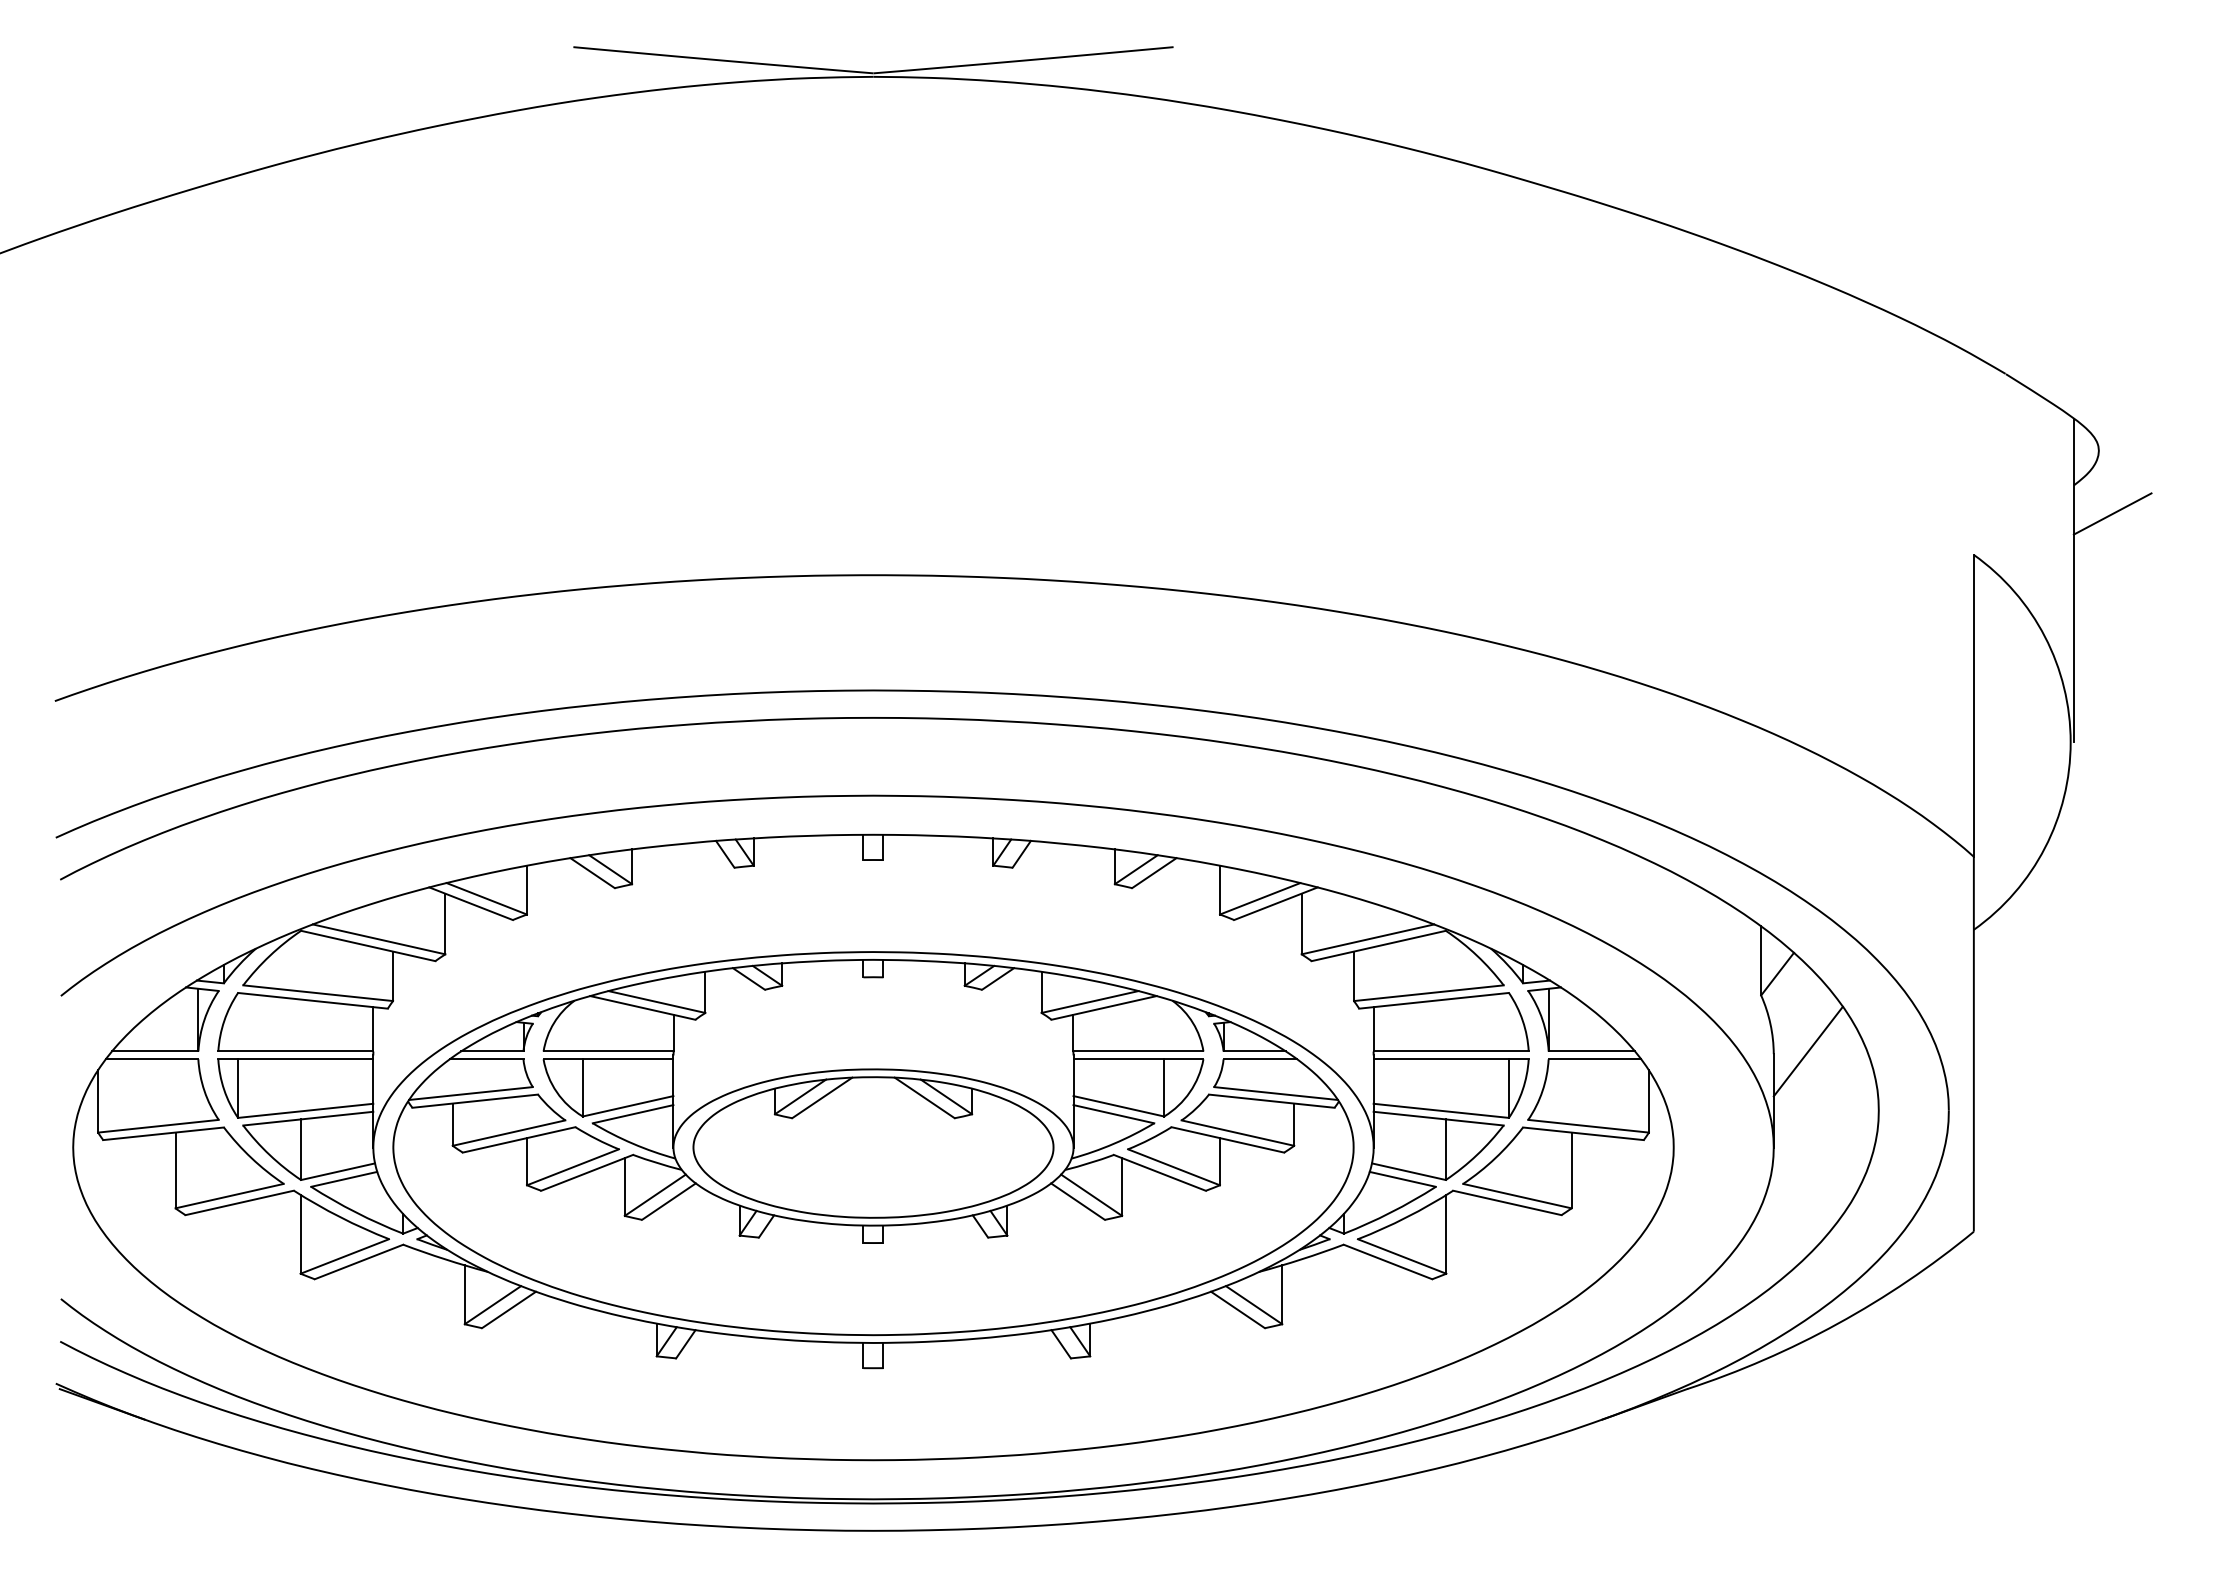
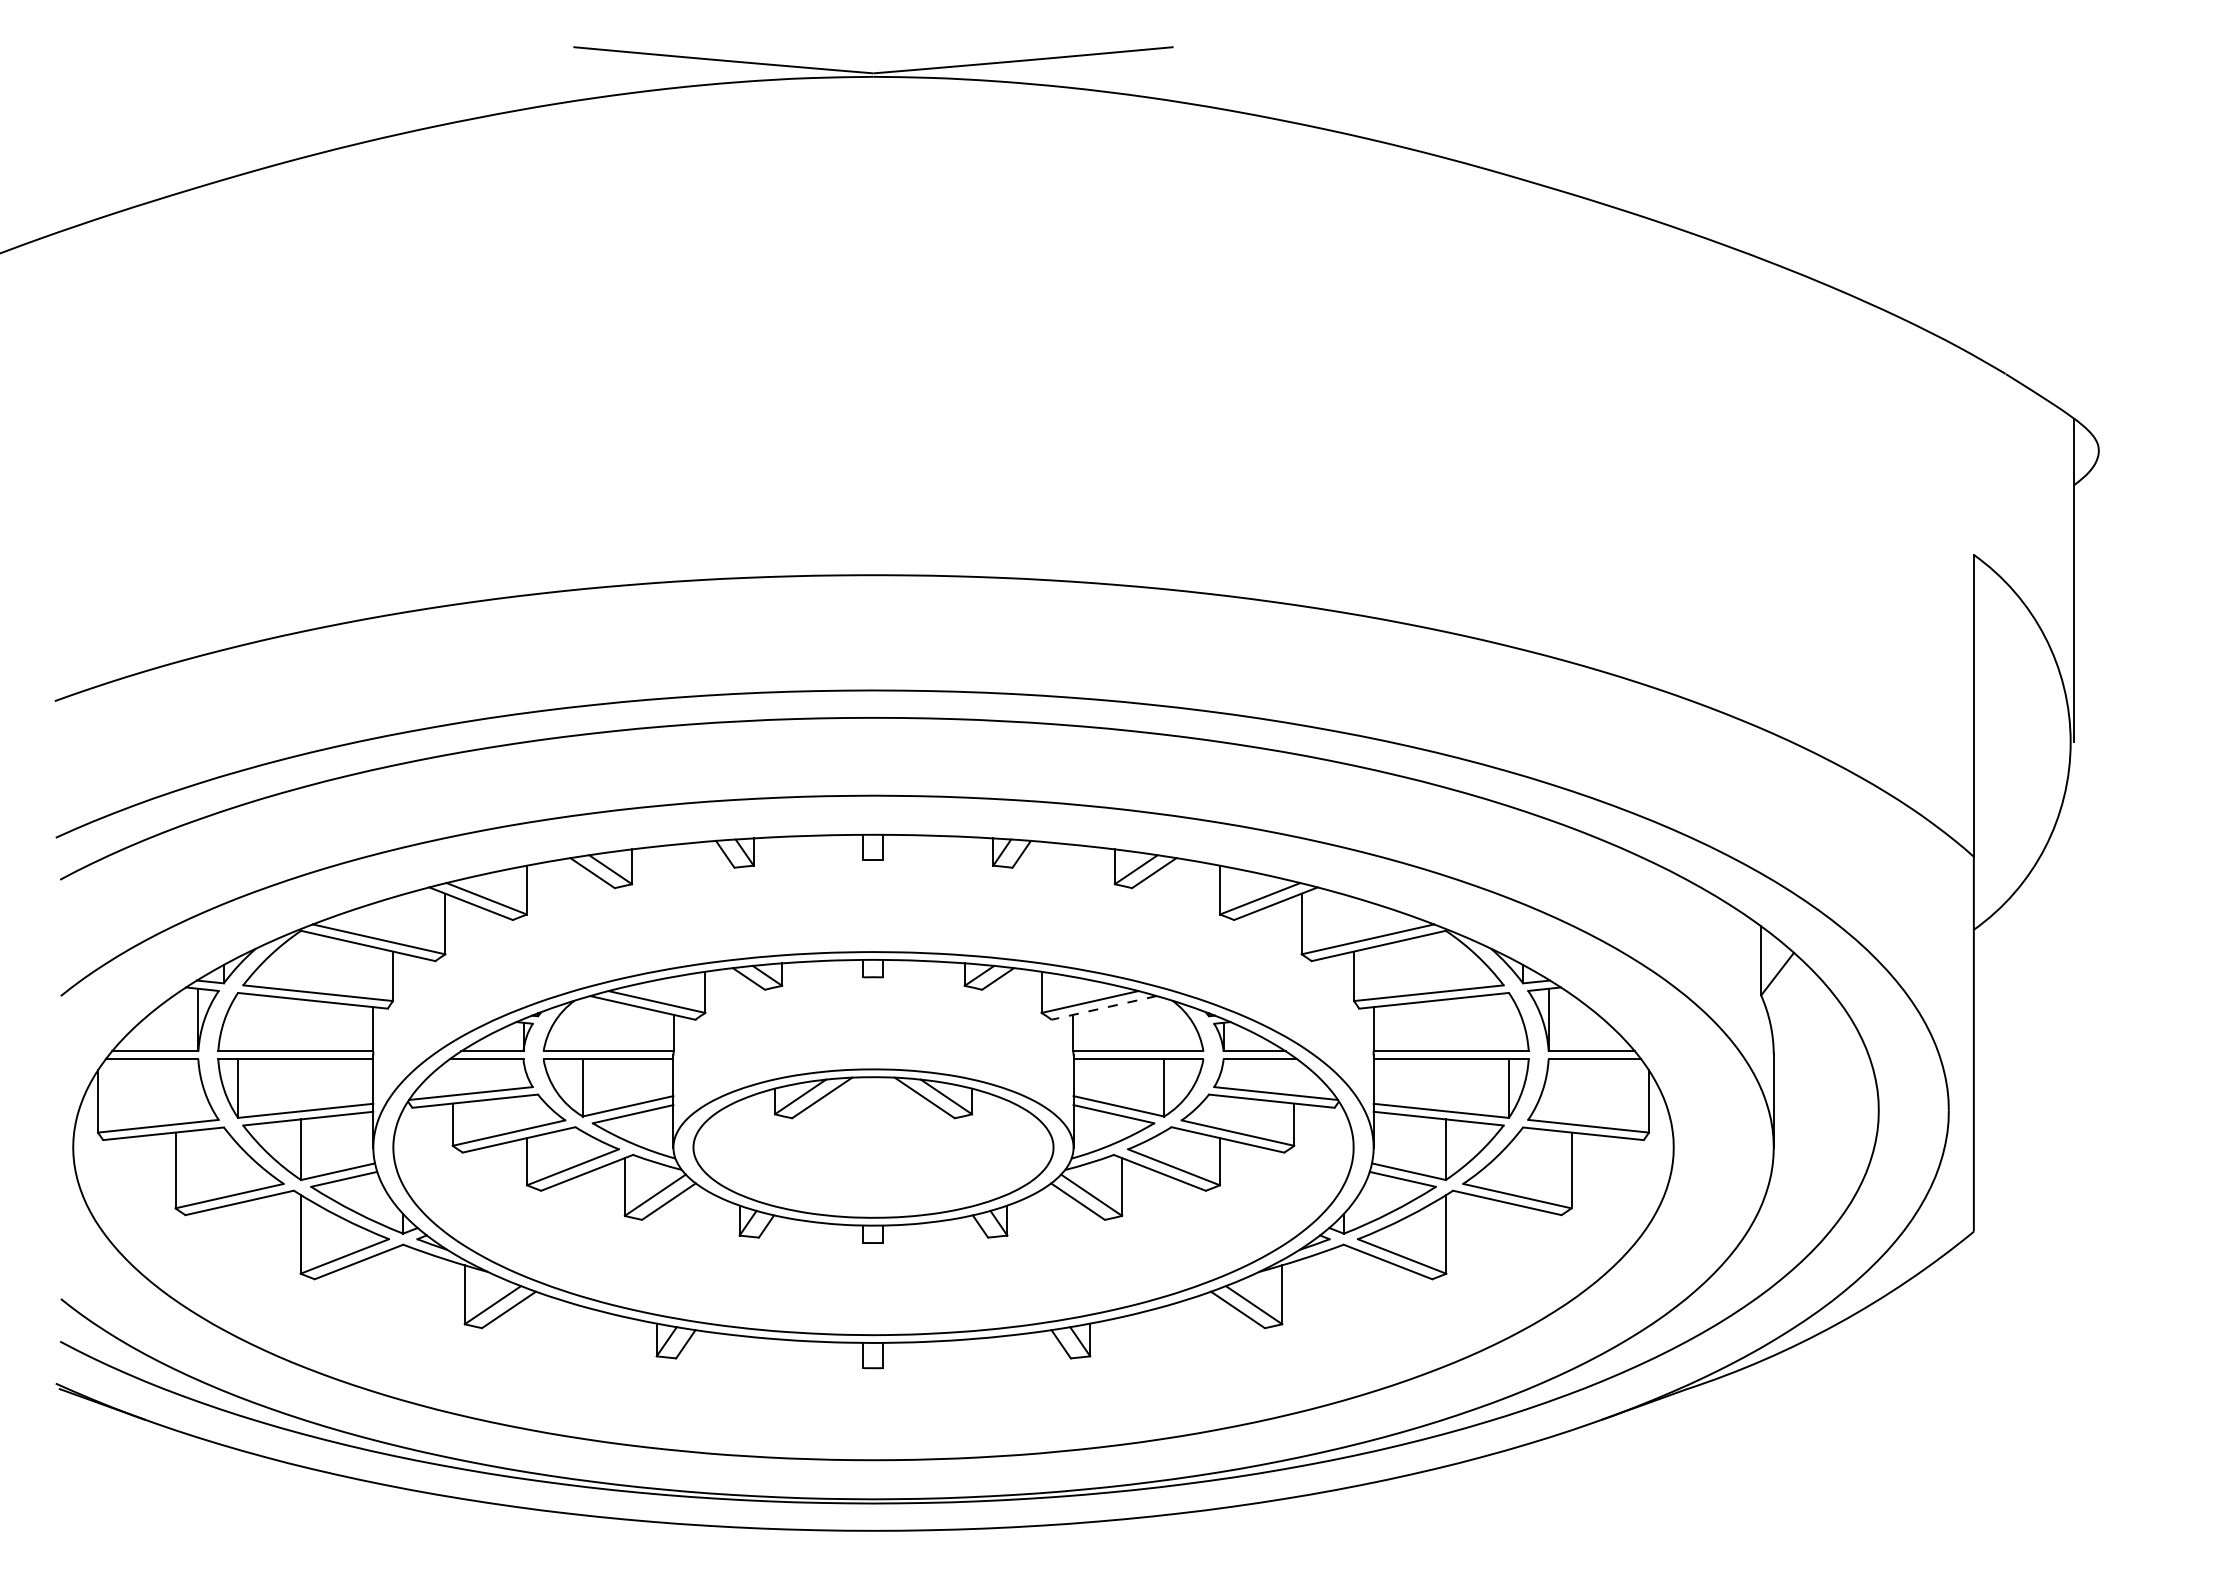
line at (2112, 513): present -> none
line at (1104, 1007): solid -> dashed
line at (1807, 1051): present -> none
